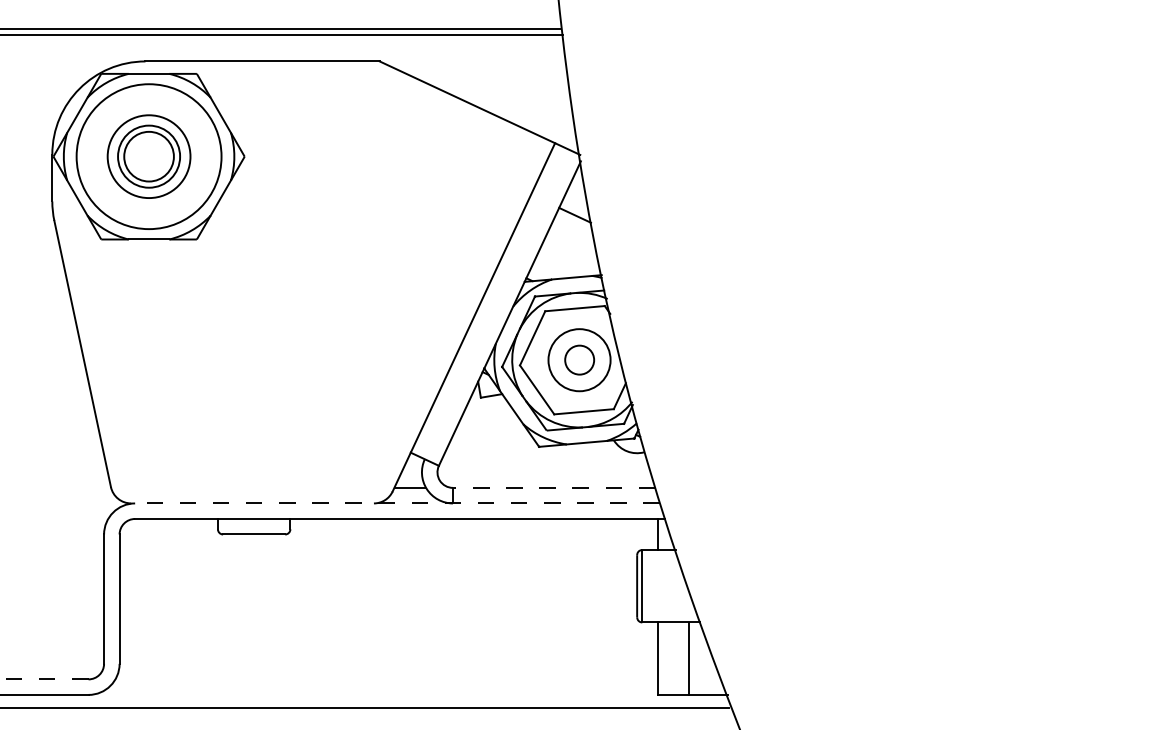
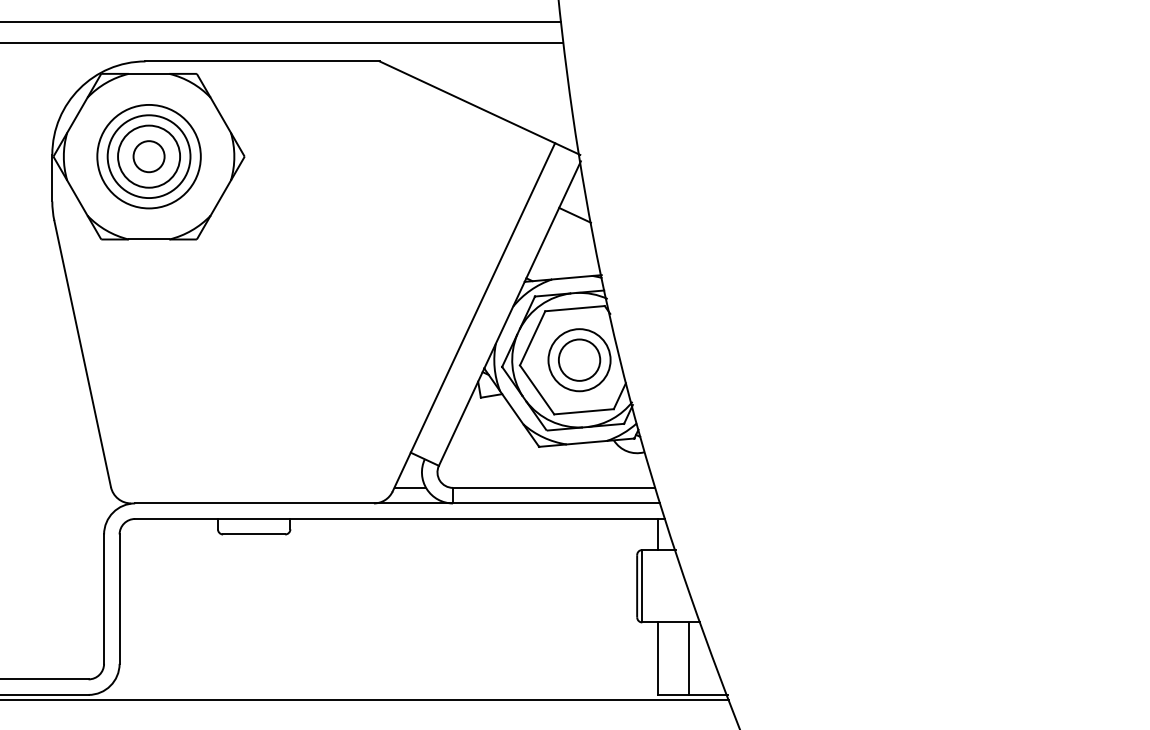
line at (281, 29) position: (281, 29) -> (281, 22)
line at (282, 34) position: (282, 34) -> (282, 42)
circle at (148, 156) diameter: 145 px -> 104 px
circle at (148, 156) diameter: 50 px -> 31 px
circle at (579, 359) size: 32x32 px -> 44x44 px
line at (553, 487): dashed -> solid
line at (397, 503): dashed -> solid
line at (44, 679): dashed -> solid
line at (365, 708) position: (365, 708) -> (365, 700)
